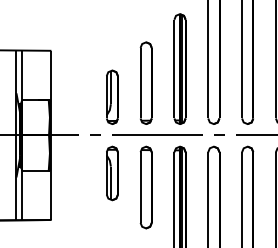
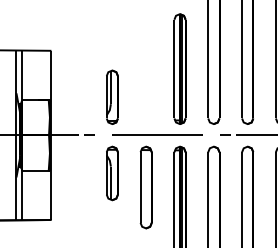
part at (145, 82): present -> none
curve at (95, 134) position: (95, 134) -> (89, 134)
curve at (219, 134) position: (219, 134) -> (225, 134)
